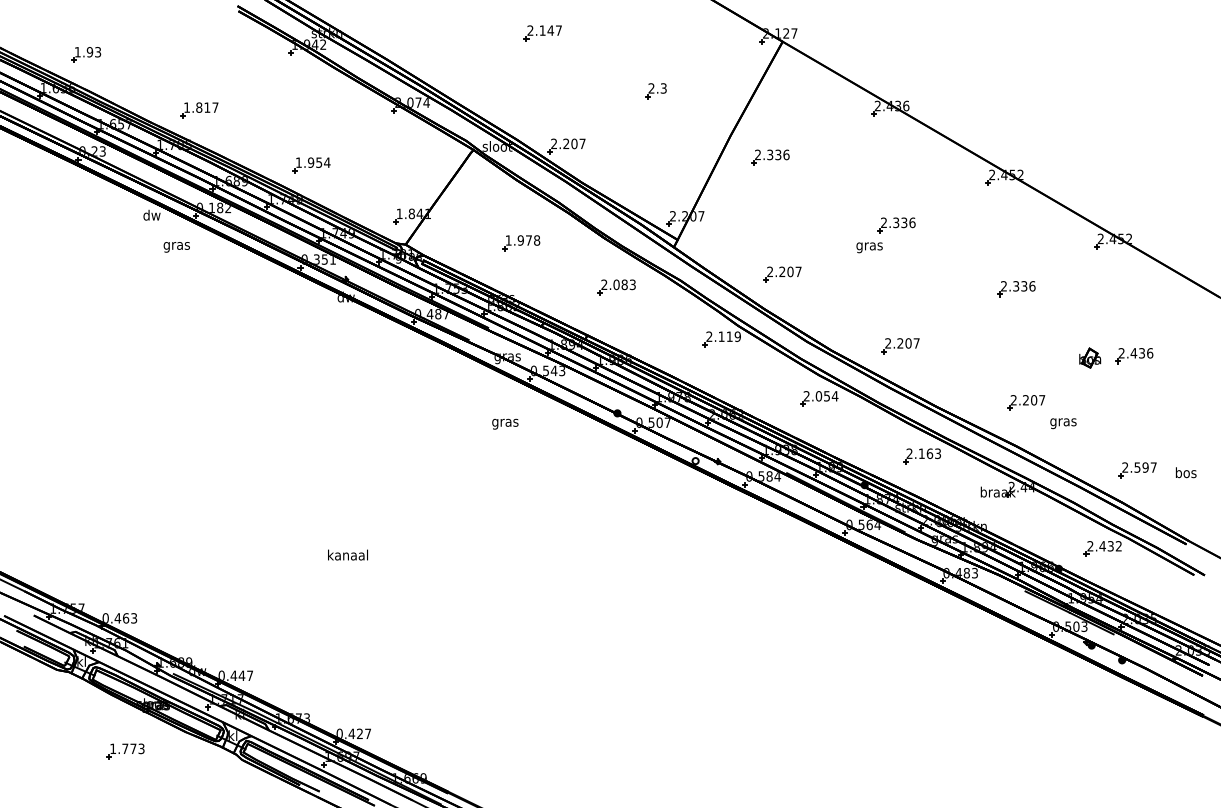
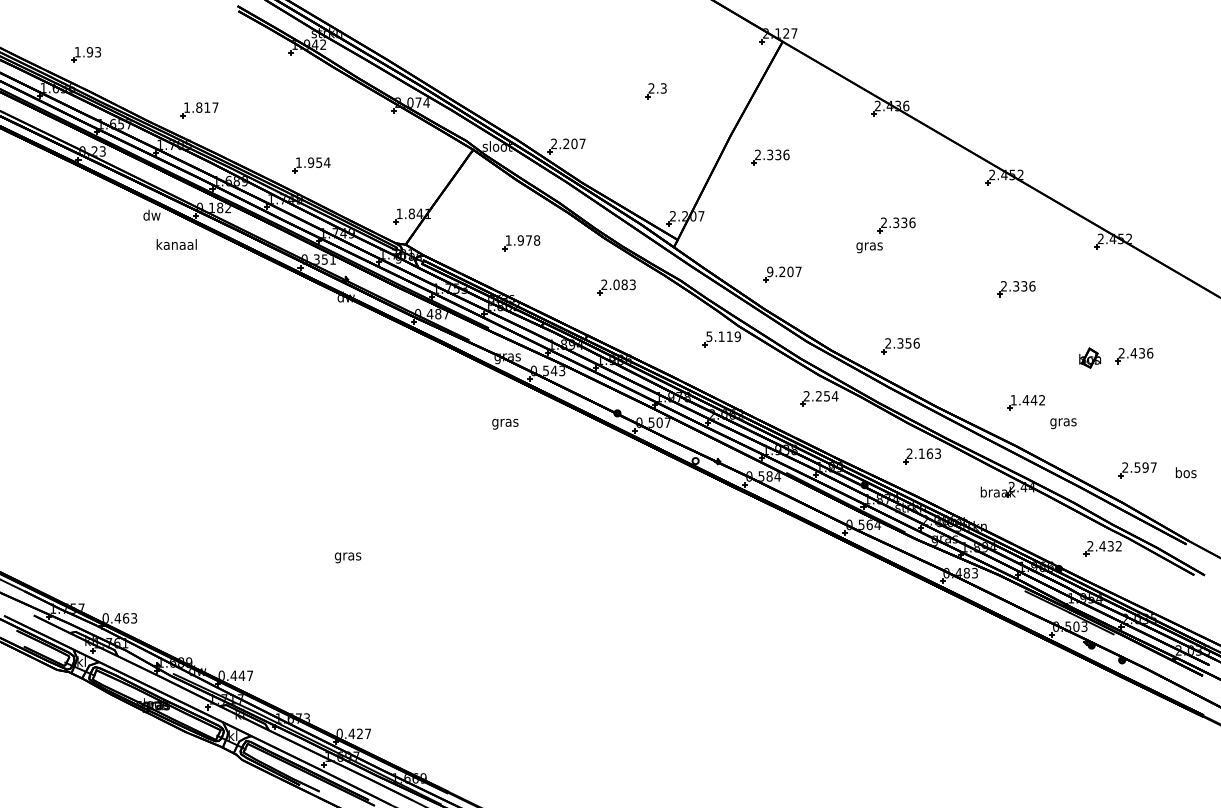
part at (542, 33): present -> none
text at (176, 245): gras -> kanaal
text at (770, 271): 2.207 -> 9.207
text at (709, 336): 2.119 -> 5.119
text at (908, 343): 2.207 -> 2.356
text at (818, 396): 2.054 -> 2.254
text at (1027, 400): 2.207 -> 1.442
text at (347, 556): kanaal -> gras
part at (125, 751): present -> none
